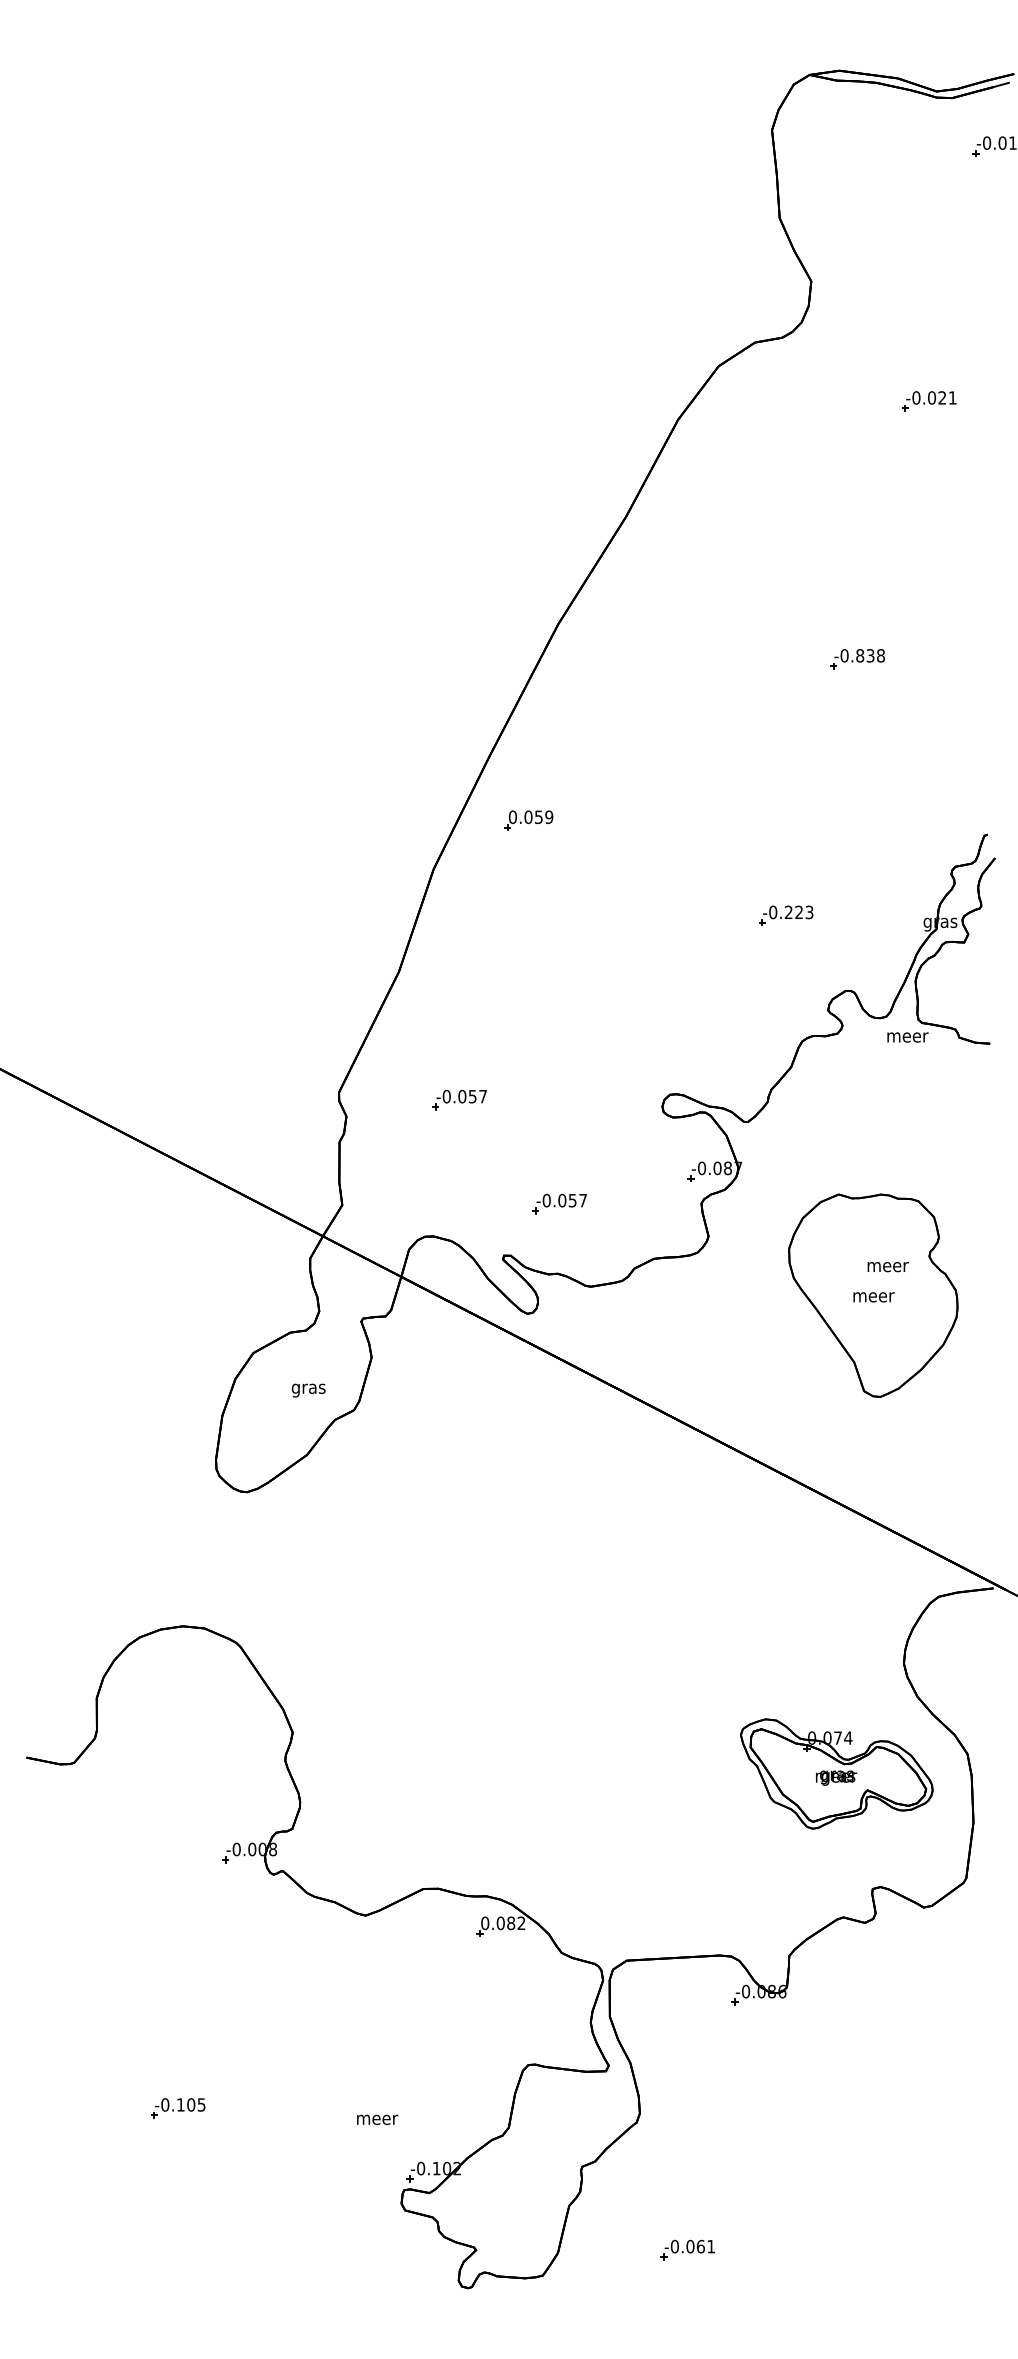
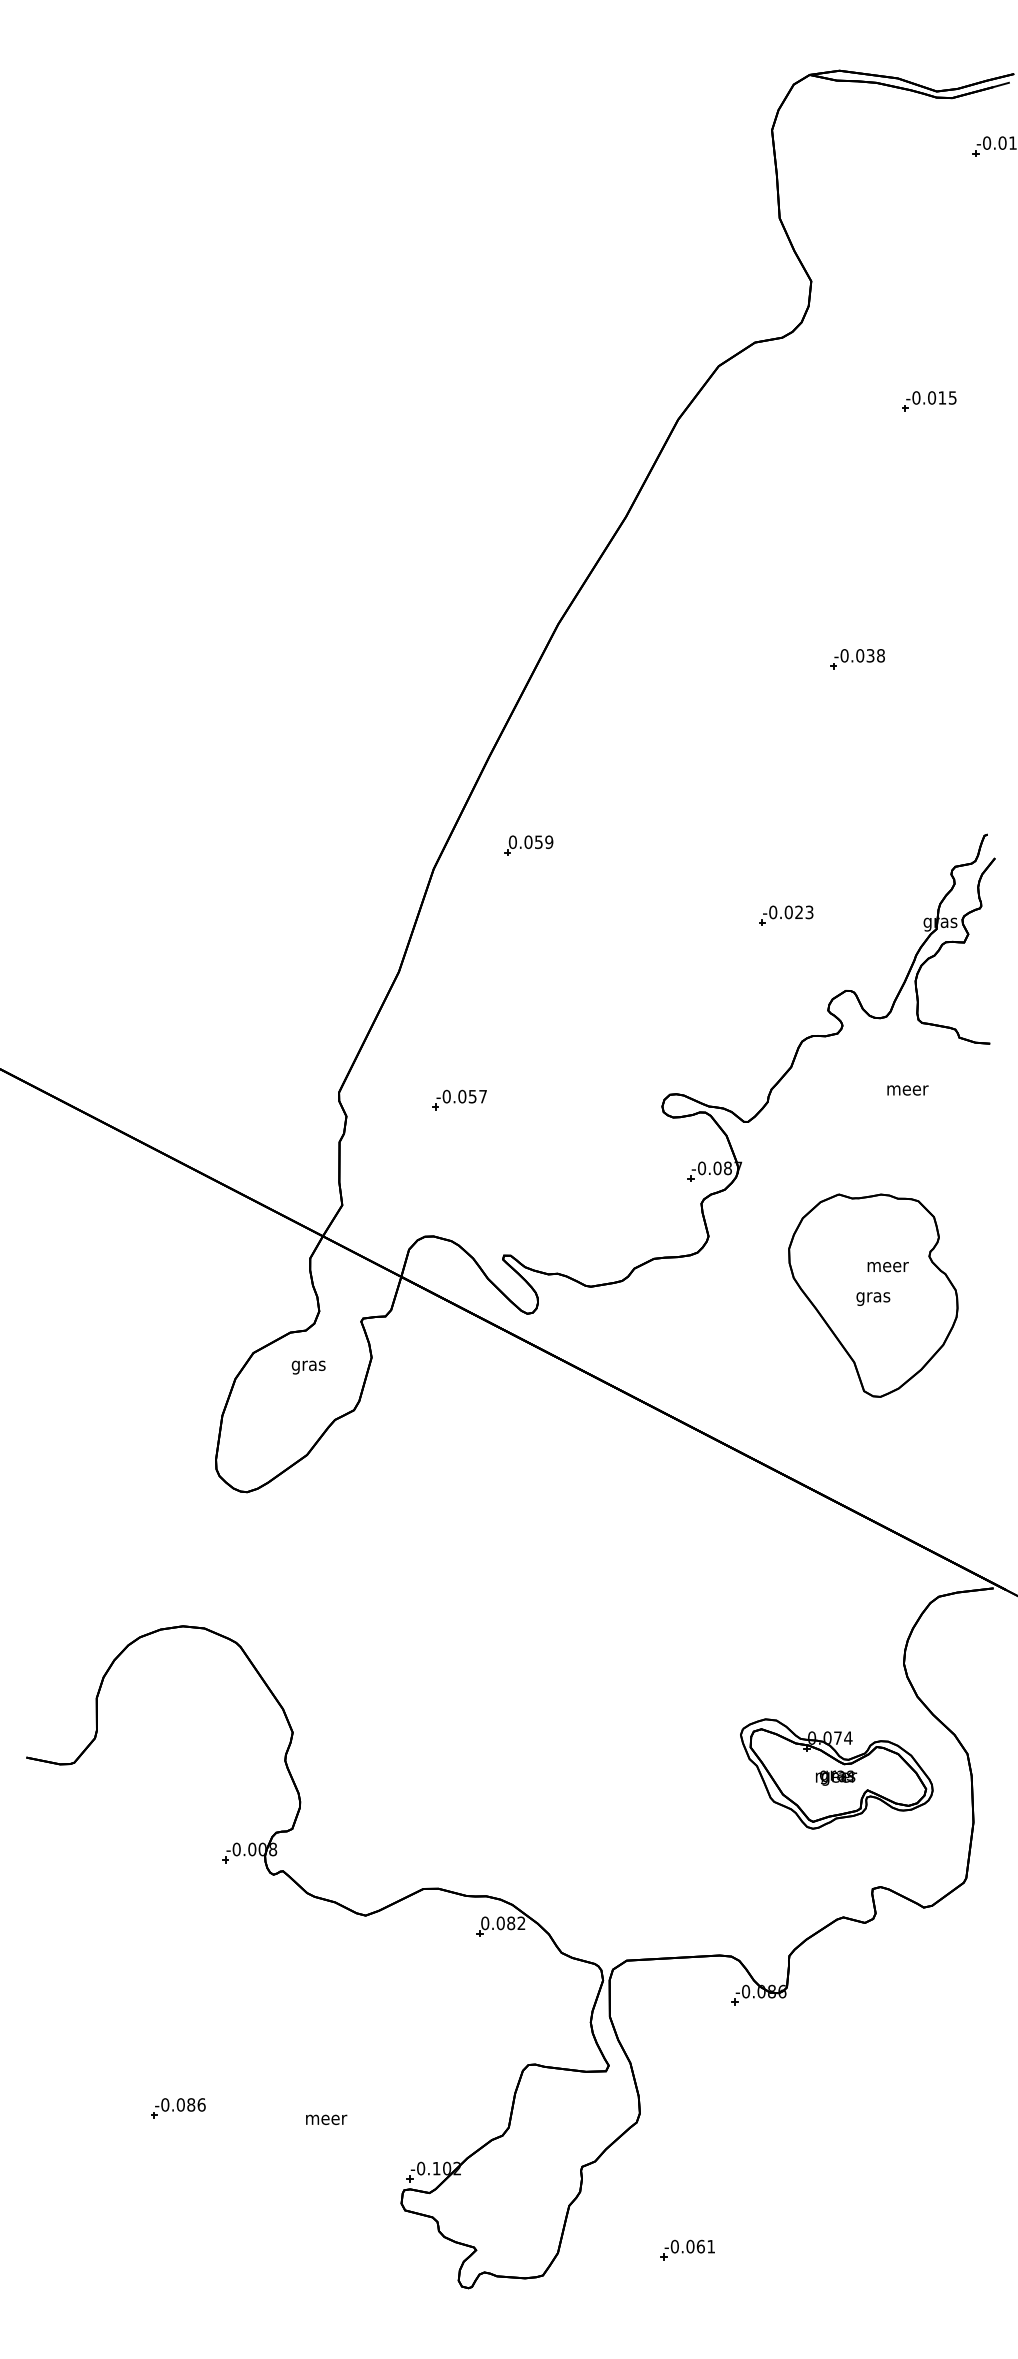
text at (947, 397): -0.021 -> -0.015
text at (860, 655): -0.838 -> -0.038
part at (528, 820) position: (528, 820) -> (528, 845)
text at (788, 912): -0.223 -> -0.023
text at (907, 1037) position: (907, 1037) -> (907, 1090)
part at (559, 1203): present -> none
text at (873, 1298): meer -> gras
text at (308, 1390) position: (308, 1390) -> (308, 1367)
text at (190, 2104): -0.105 -> -0.086
text at (377, 2119) position: (377, 2119) -> (326, 2119)
